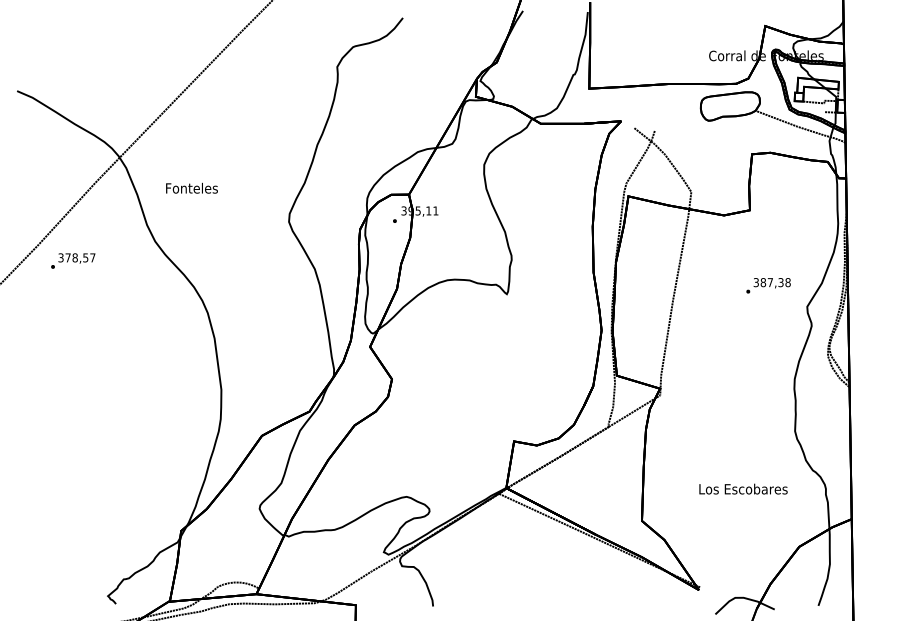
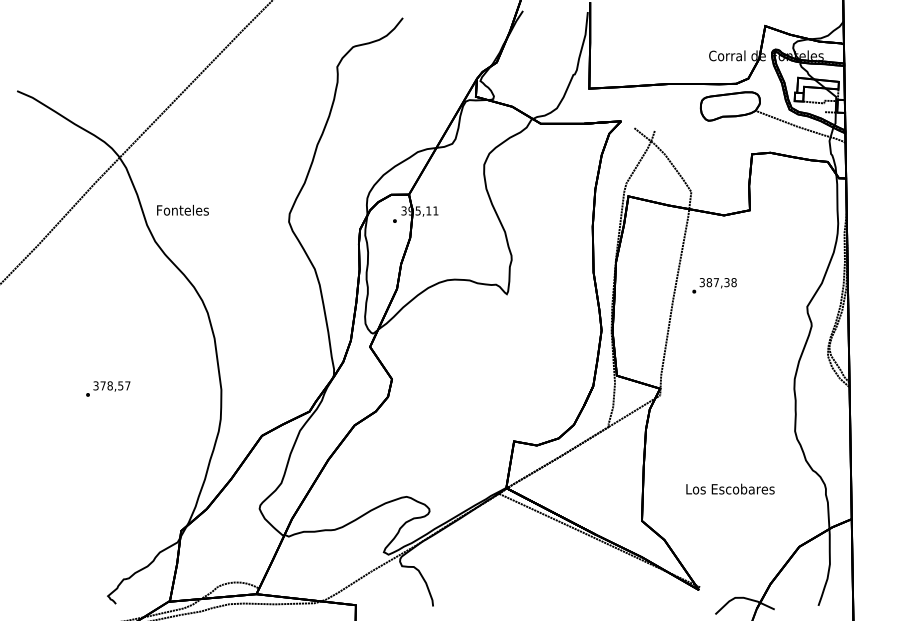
text at (191, 187) position: (191, 187) -> (182, 209)
text at (73, 260) position: (73, 260) -> (108, 388)
text at (768, 285) position: (768, 285) -> (714, 285)
text at (743, 488) position: (743, 488) -> (730, 488)
